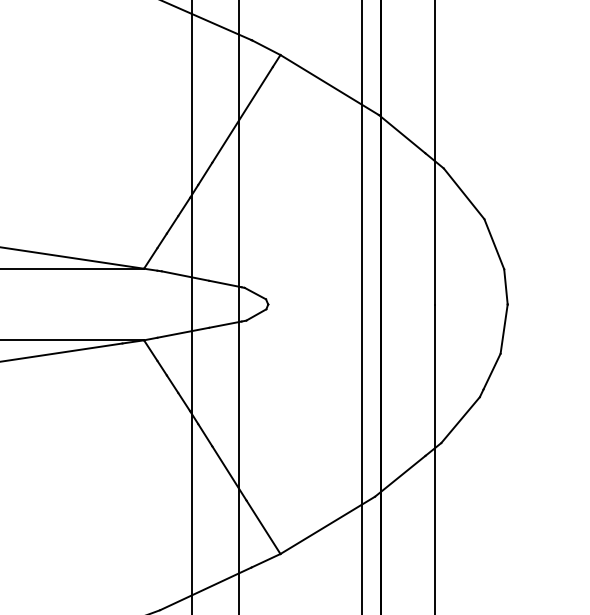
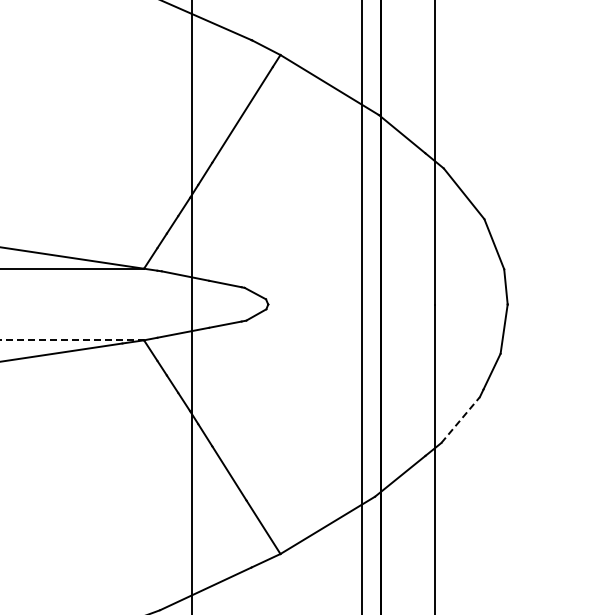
line at (238, 306): present -> none
line at (72, 340): solid -> dashed
line at (460, 420): solid -> dashed
